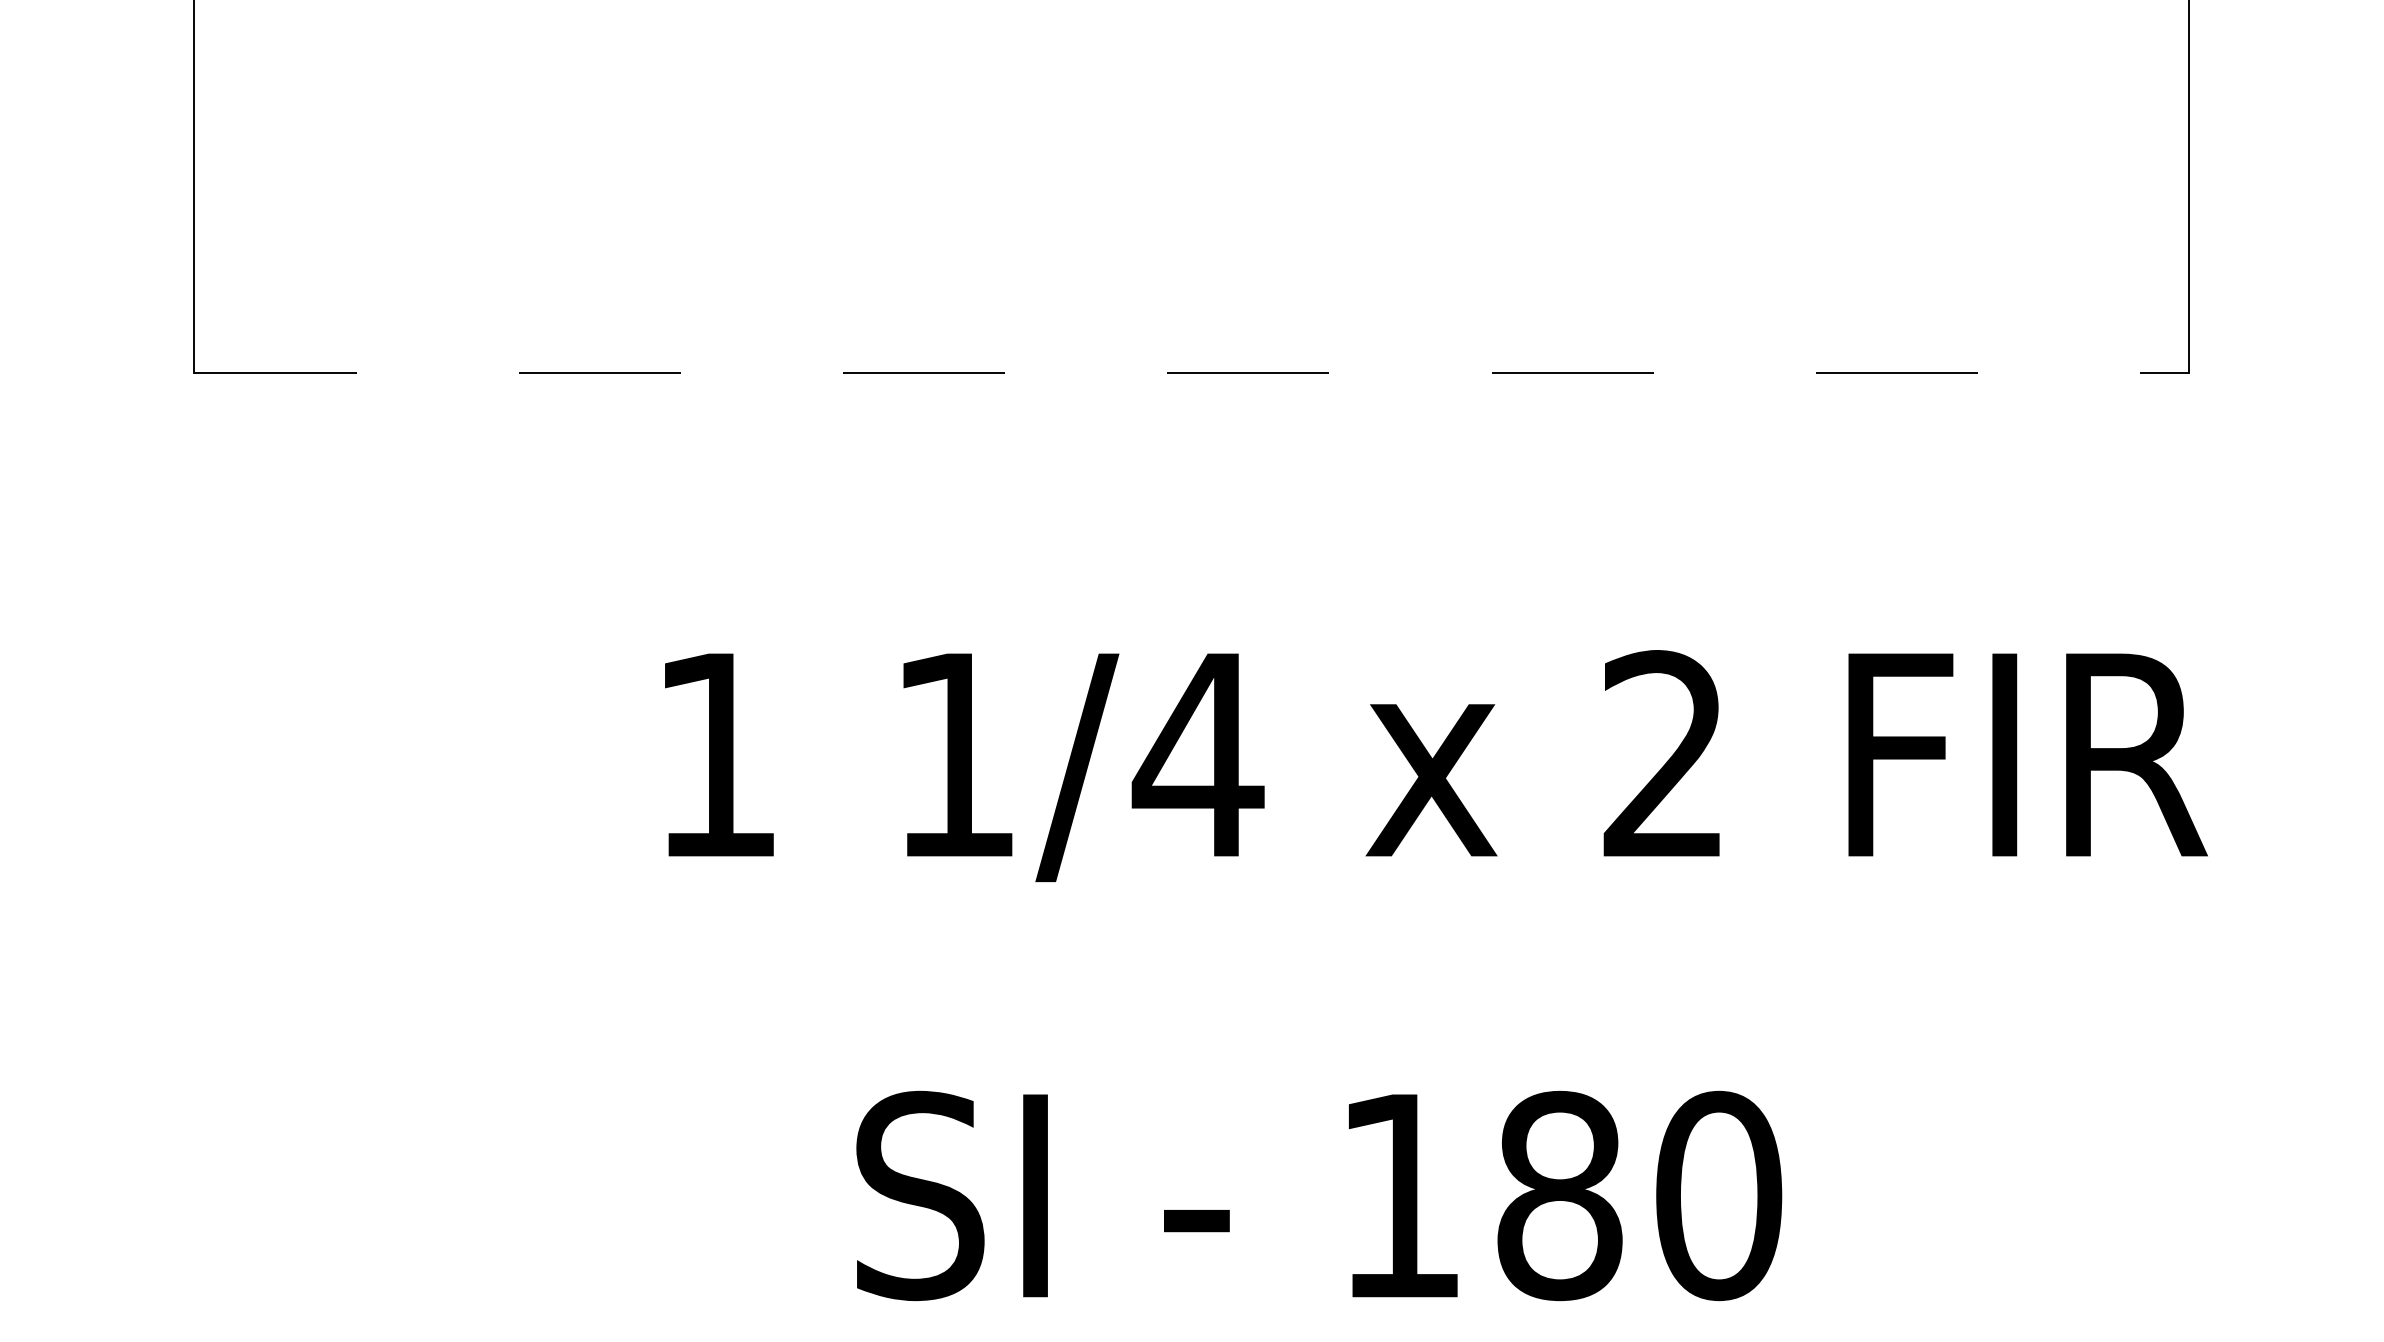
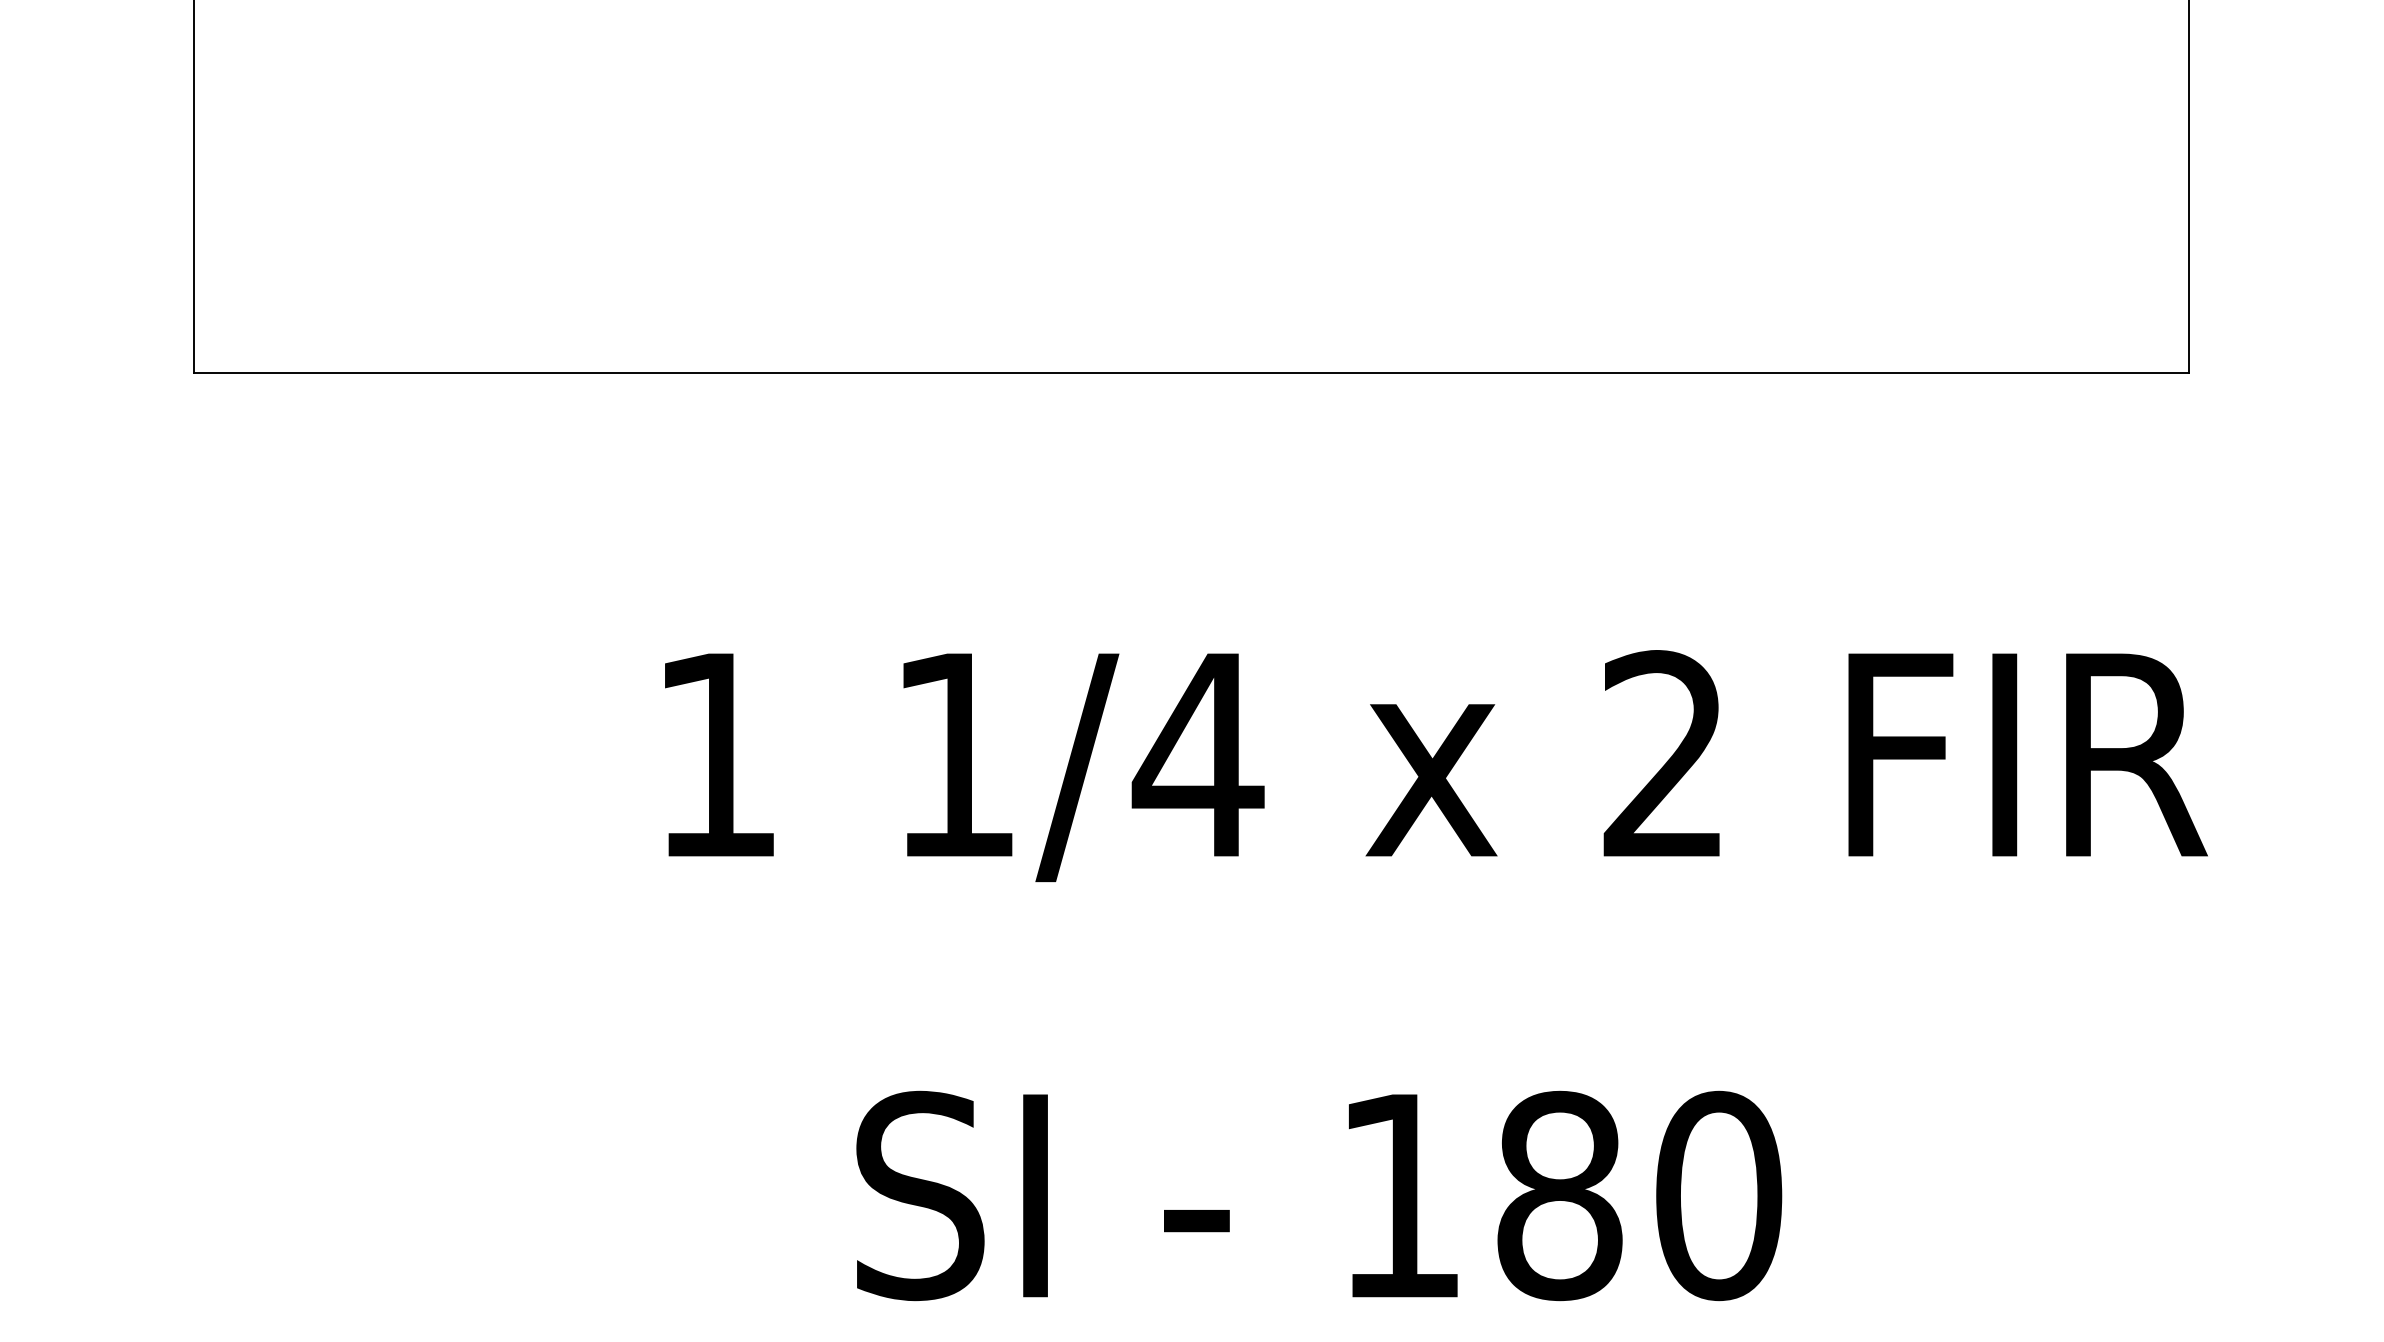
line at (1192, 373): dashed -> solid
